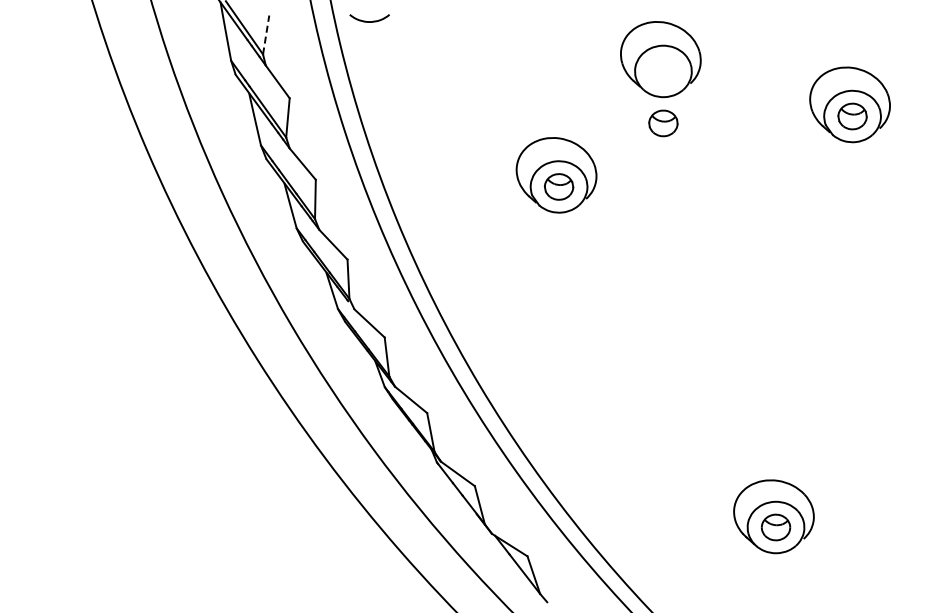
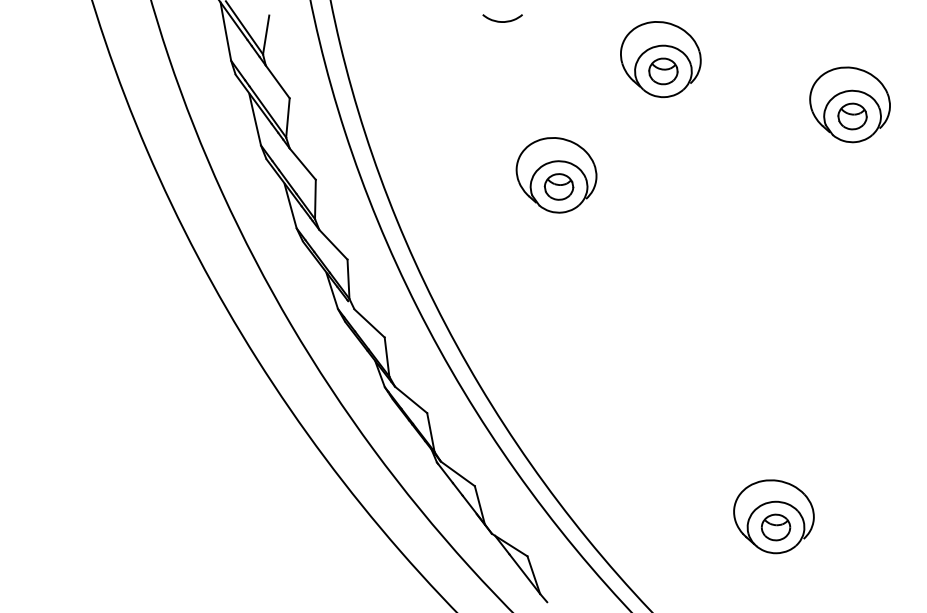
curve at (369, 21) position: (369, 21) -> (502, 21)
line at (266, 34): dashed -> solid
part at (663, 123) position: (663, 123) -> (663, 71)
